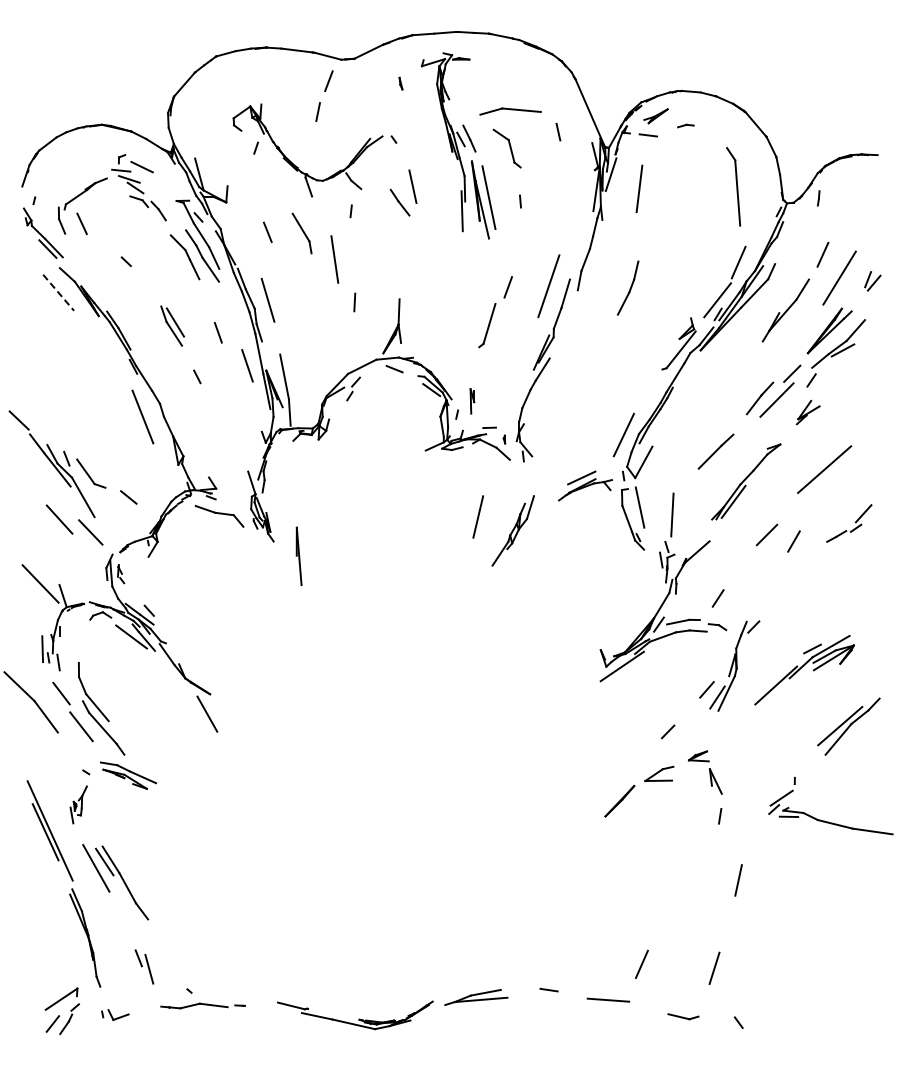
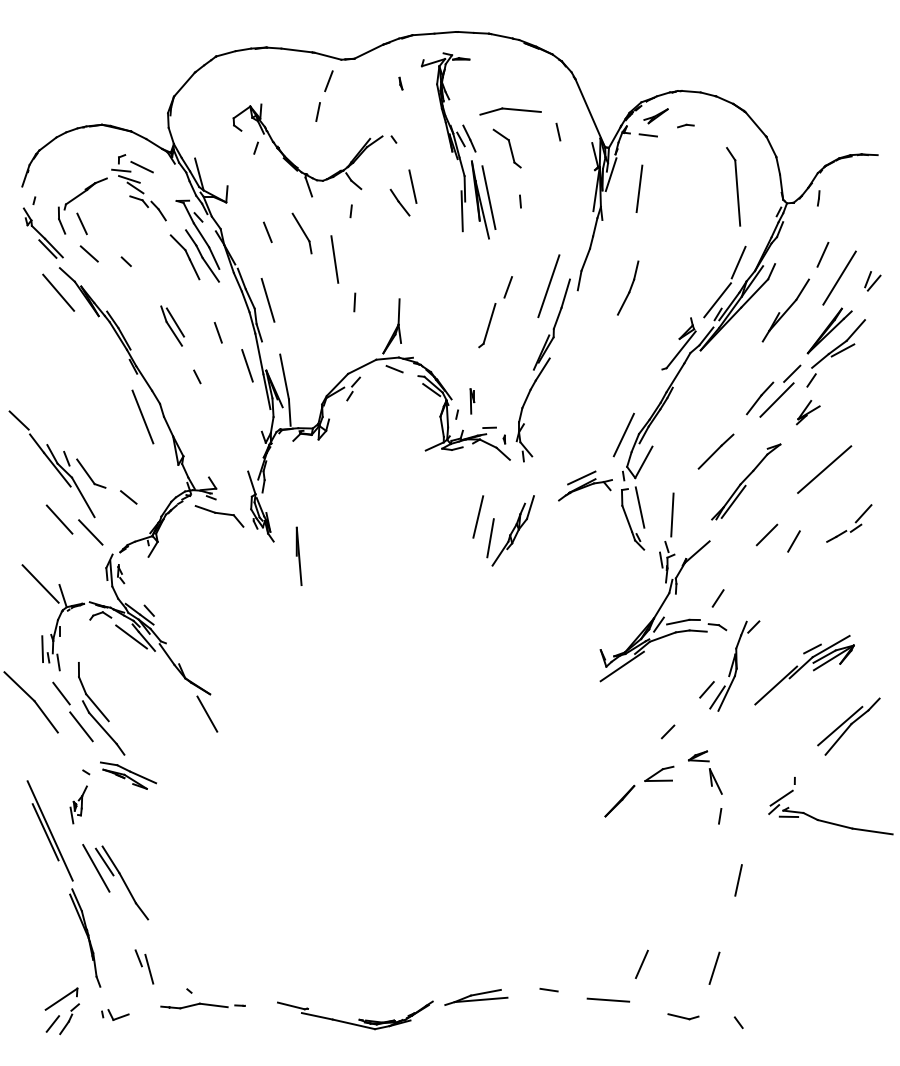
line at (88, 253): none -> present
line at (58, 292): dashed -> solid
line at (490, 538): none -> present
